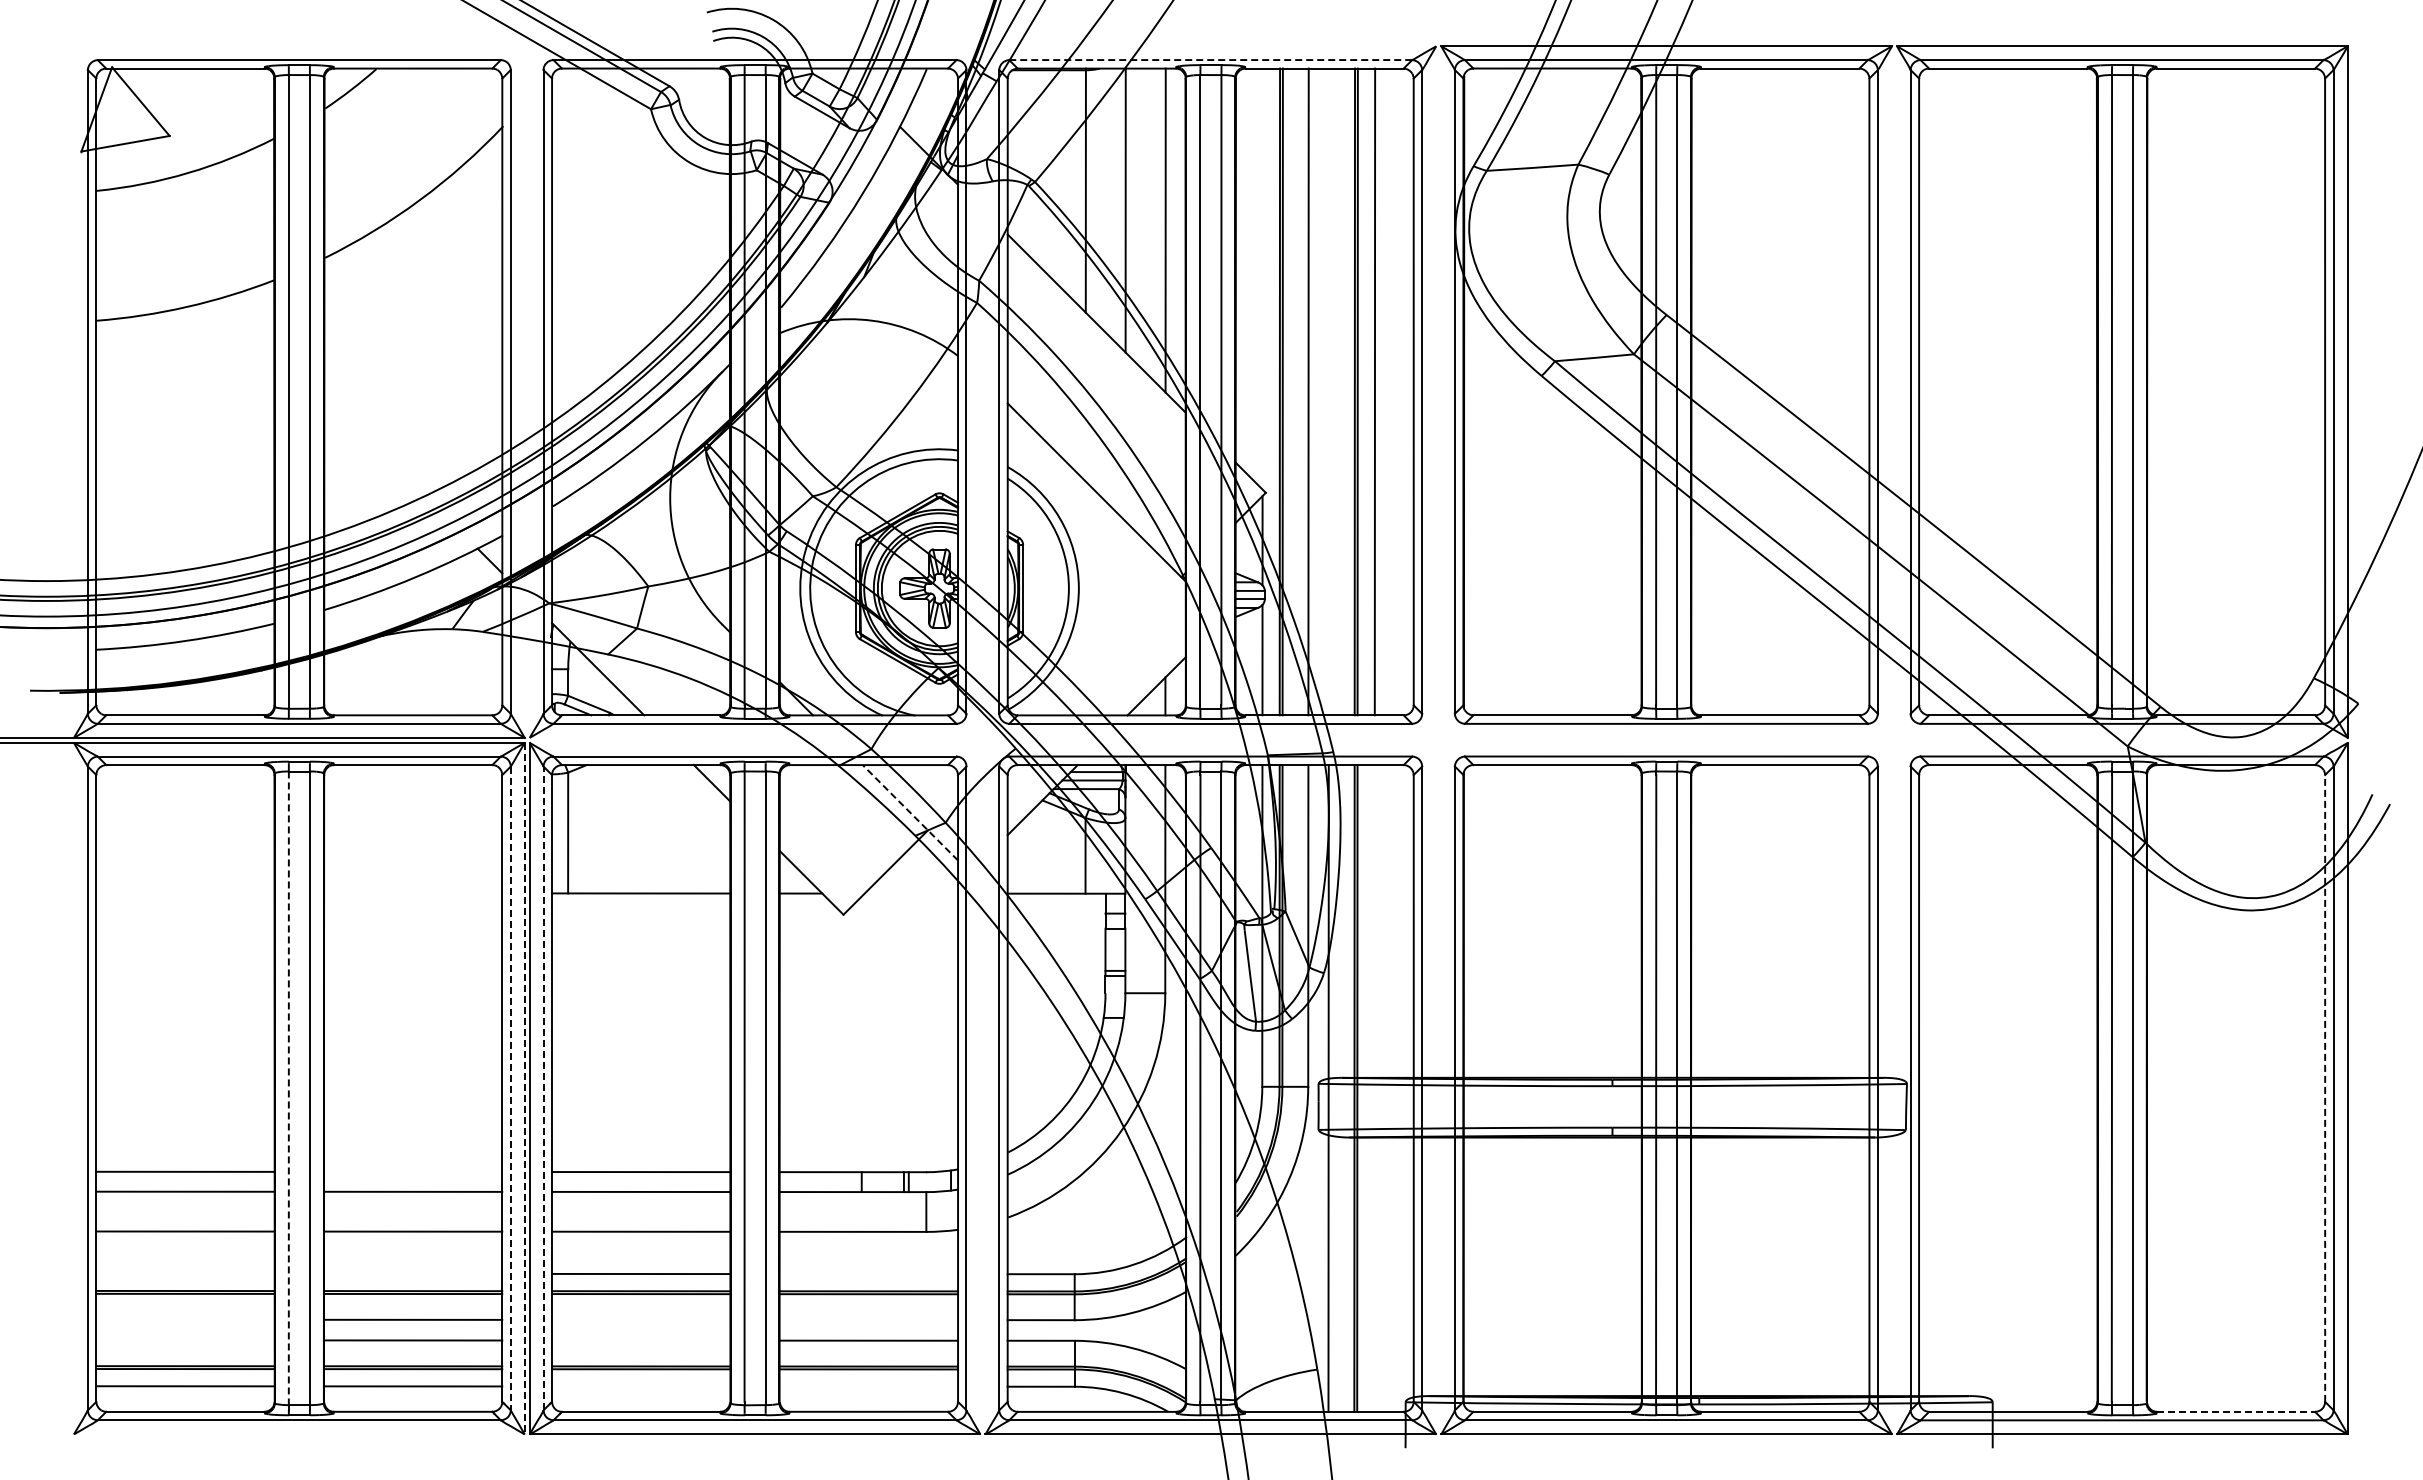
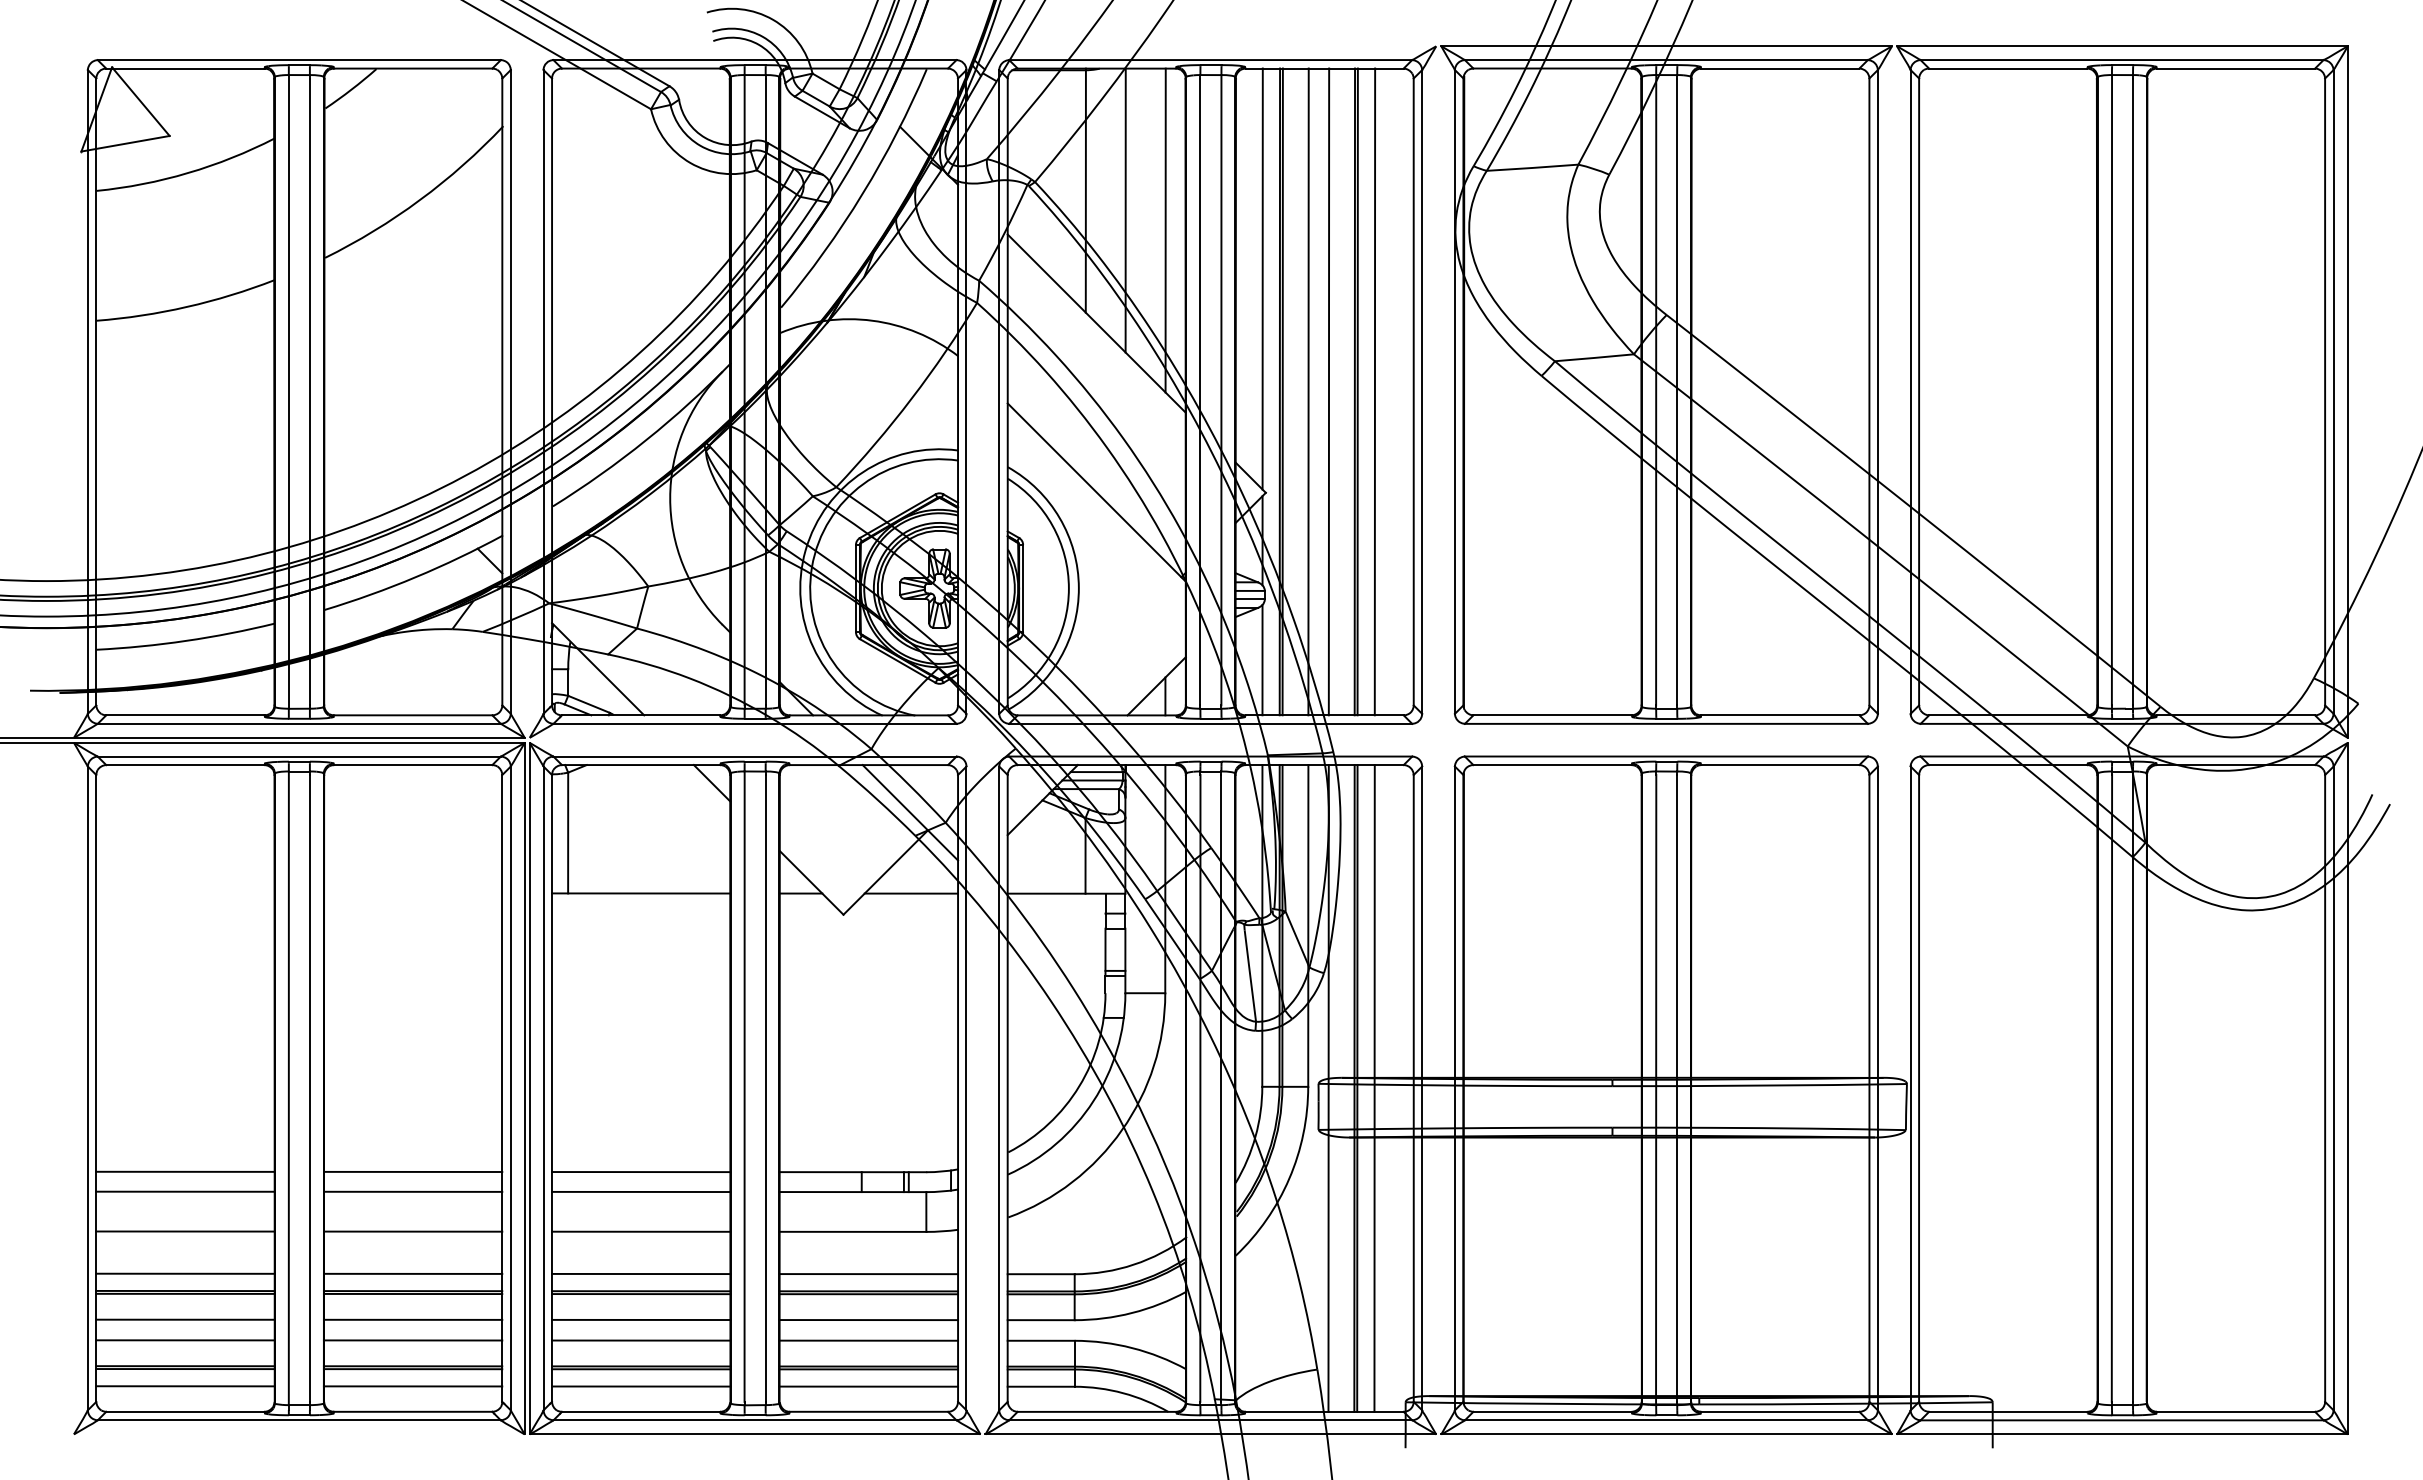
line at (1210, 60): dashed -> solid
line at (1262, 278): none -> present
line at (1328, 391): none -> present
line at (910, 812): dashed -> solid
line at (911, 893): none -> present
line at (2325, 1087): dashed -> solid
line at (288, 1088): dashed -> solid
line at (510, 1088): dashed -> solid
line at (524, 1088): dashed -> solid
line at (543, 1088): dashed -> solid
line at (1374, 1088): none -> present
line at (412, 1171): none -> present
line at (185, 1273): none -> present
line at (412, 1273): none -> present
line at (868, 1274): none -> present
line at (185, 1319): none -> present
line at (641, 1319): none -> present
line at (868, 1320): none -> present
line at (185, 1340): none -> present
line at (641, 1340): none -> present
line at (641, 1386): none -> present
line at (868, 1386): none -> present
line at (2236, 1411): dashed -> solid
